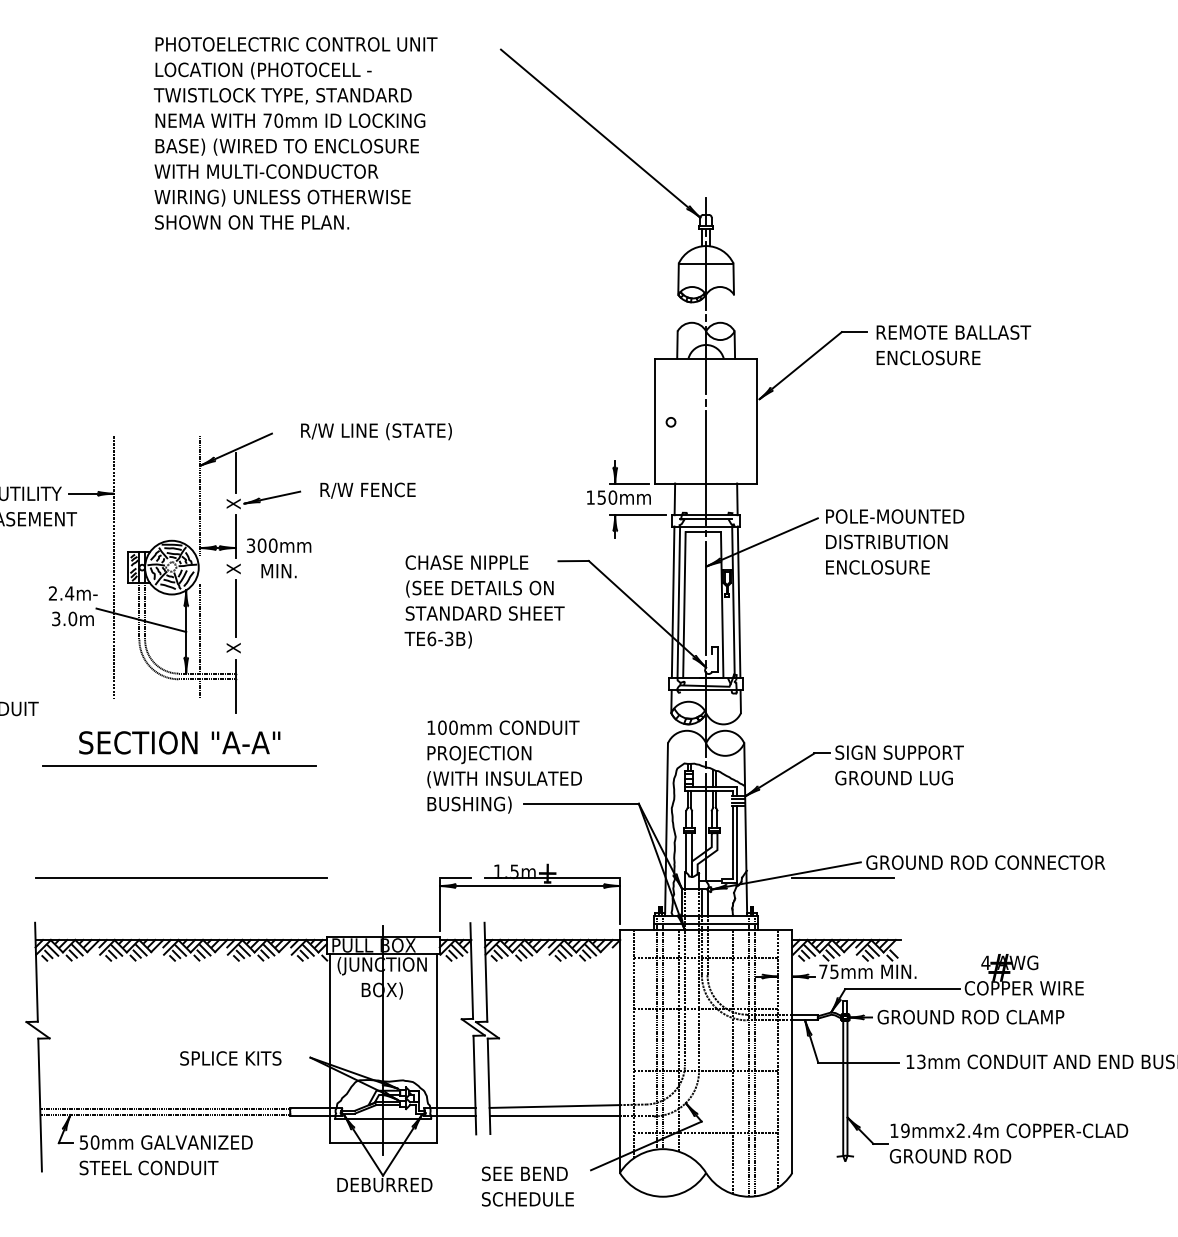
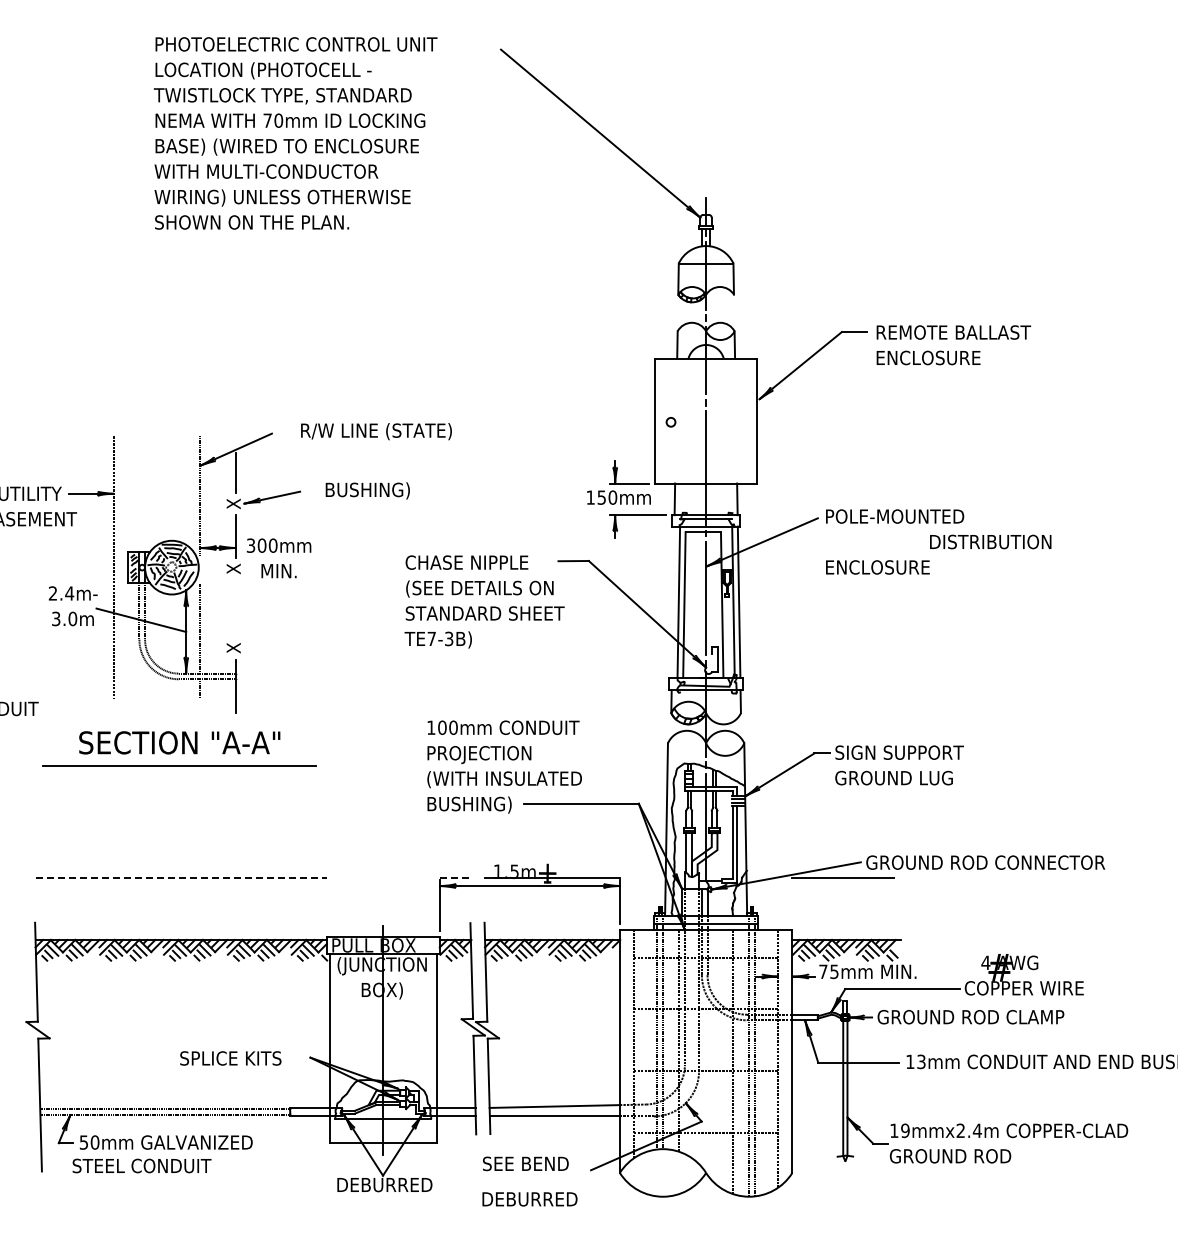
text at (367, 490): R/W FENCE -> BUSHING)
text at (886, 541) position: (886, 541) -> (990, 541)
line at (672, 601): present -> none
line at (235, 608): present -> none
text at (431, 638): TE6-3B) -> TE7-3B)
line at (181, 877): solid -> dashed
line at (455, 877): solid -> dashed
text at (148, 1167) position: (148, 1167) -> (141, 1165)
text at (524, 1173) position: (524, 1173) -> (525, 1163)
text at (529, 1199): SCHEDULE -> DEBURRED
